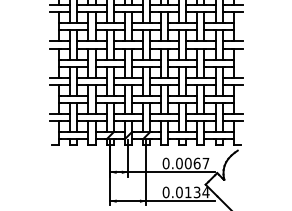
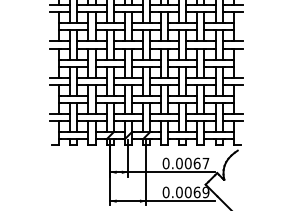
text at (196, 192): 0.0134 -> 0.0069
